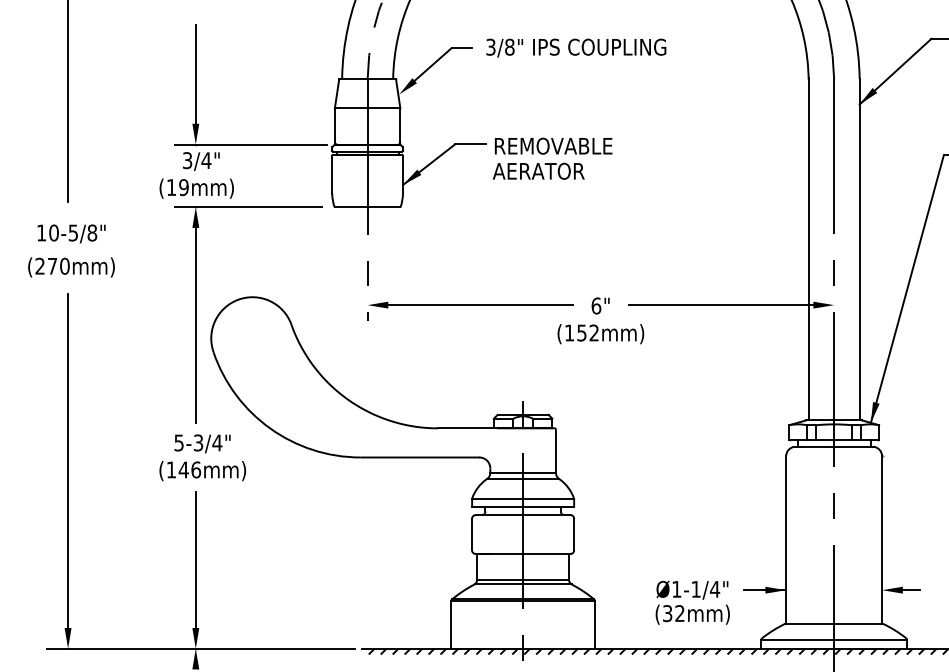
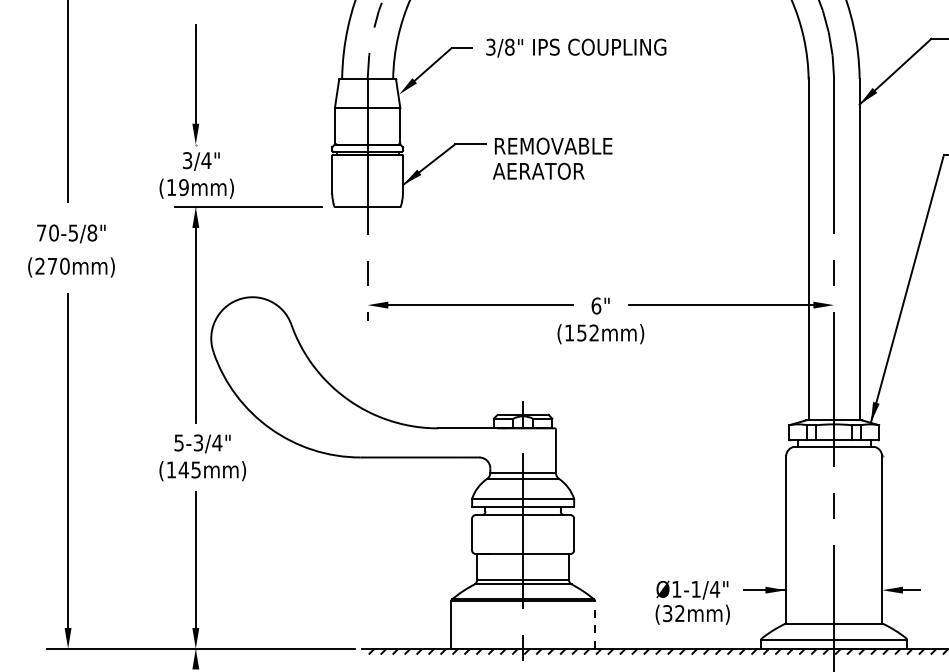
line at (250, 144): present -> none
text at (41, 232): 10-5/8" -> 70-5/8"
text at (196, 469): (146mm) -> (145mm)
line at (595, 625): solid -> dashed
